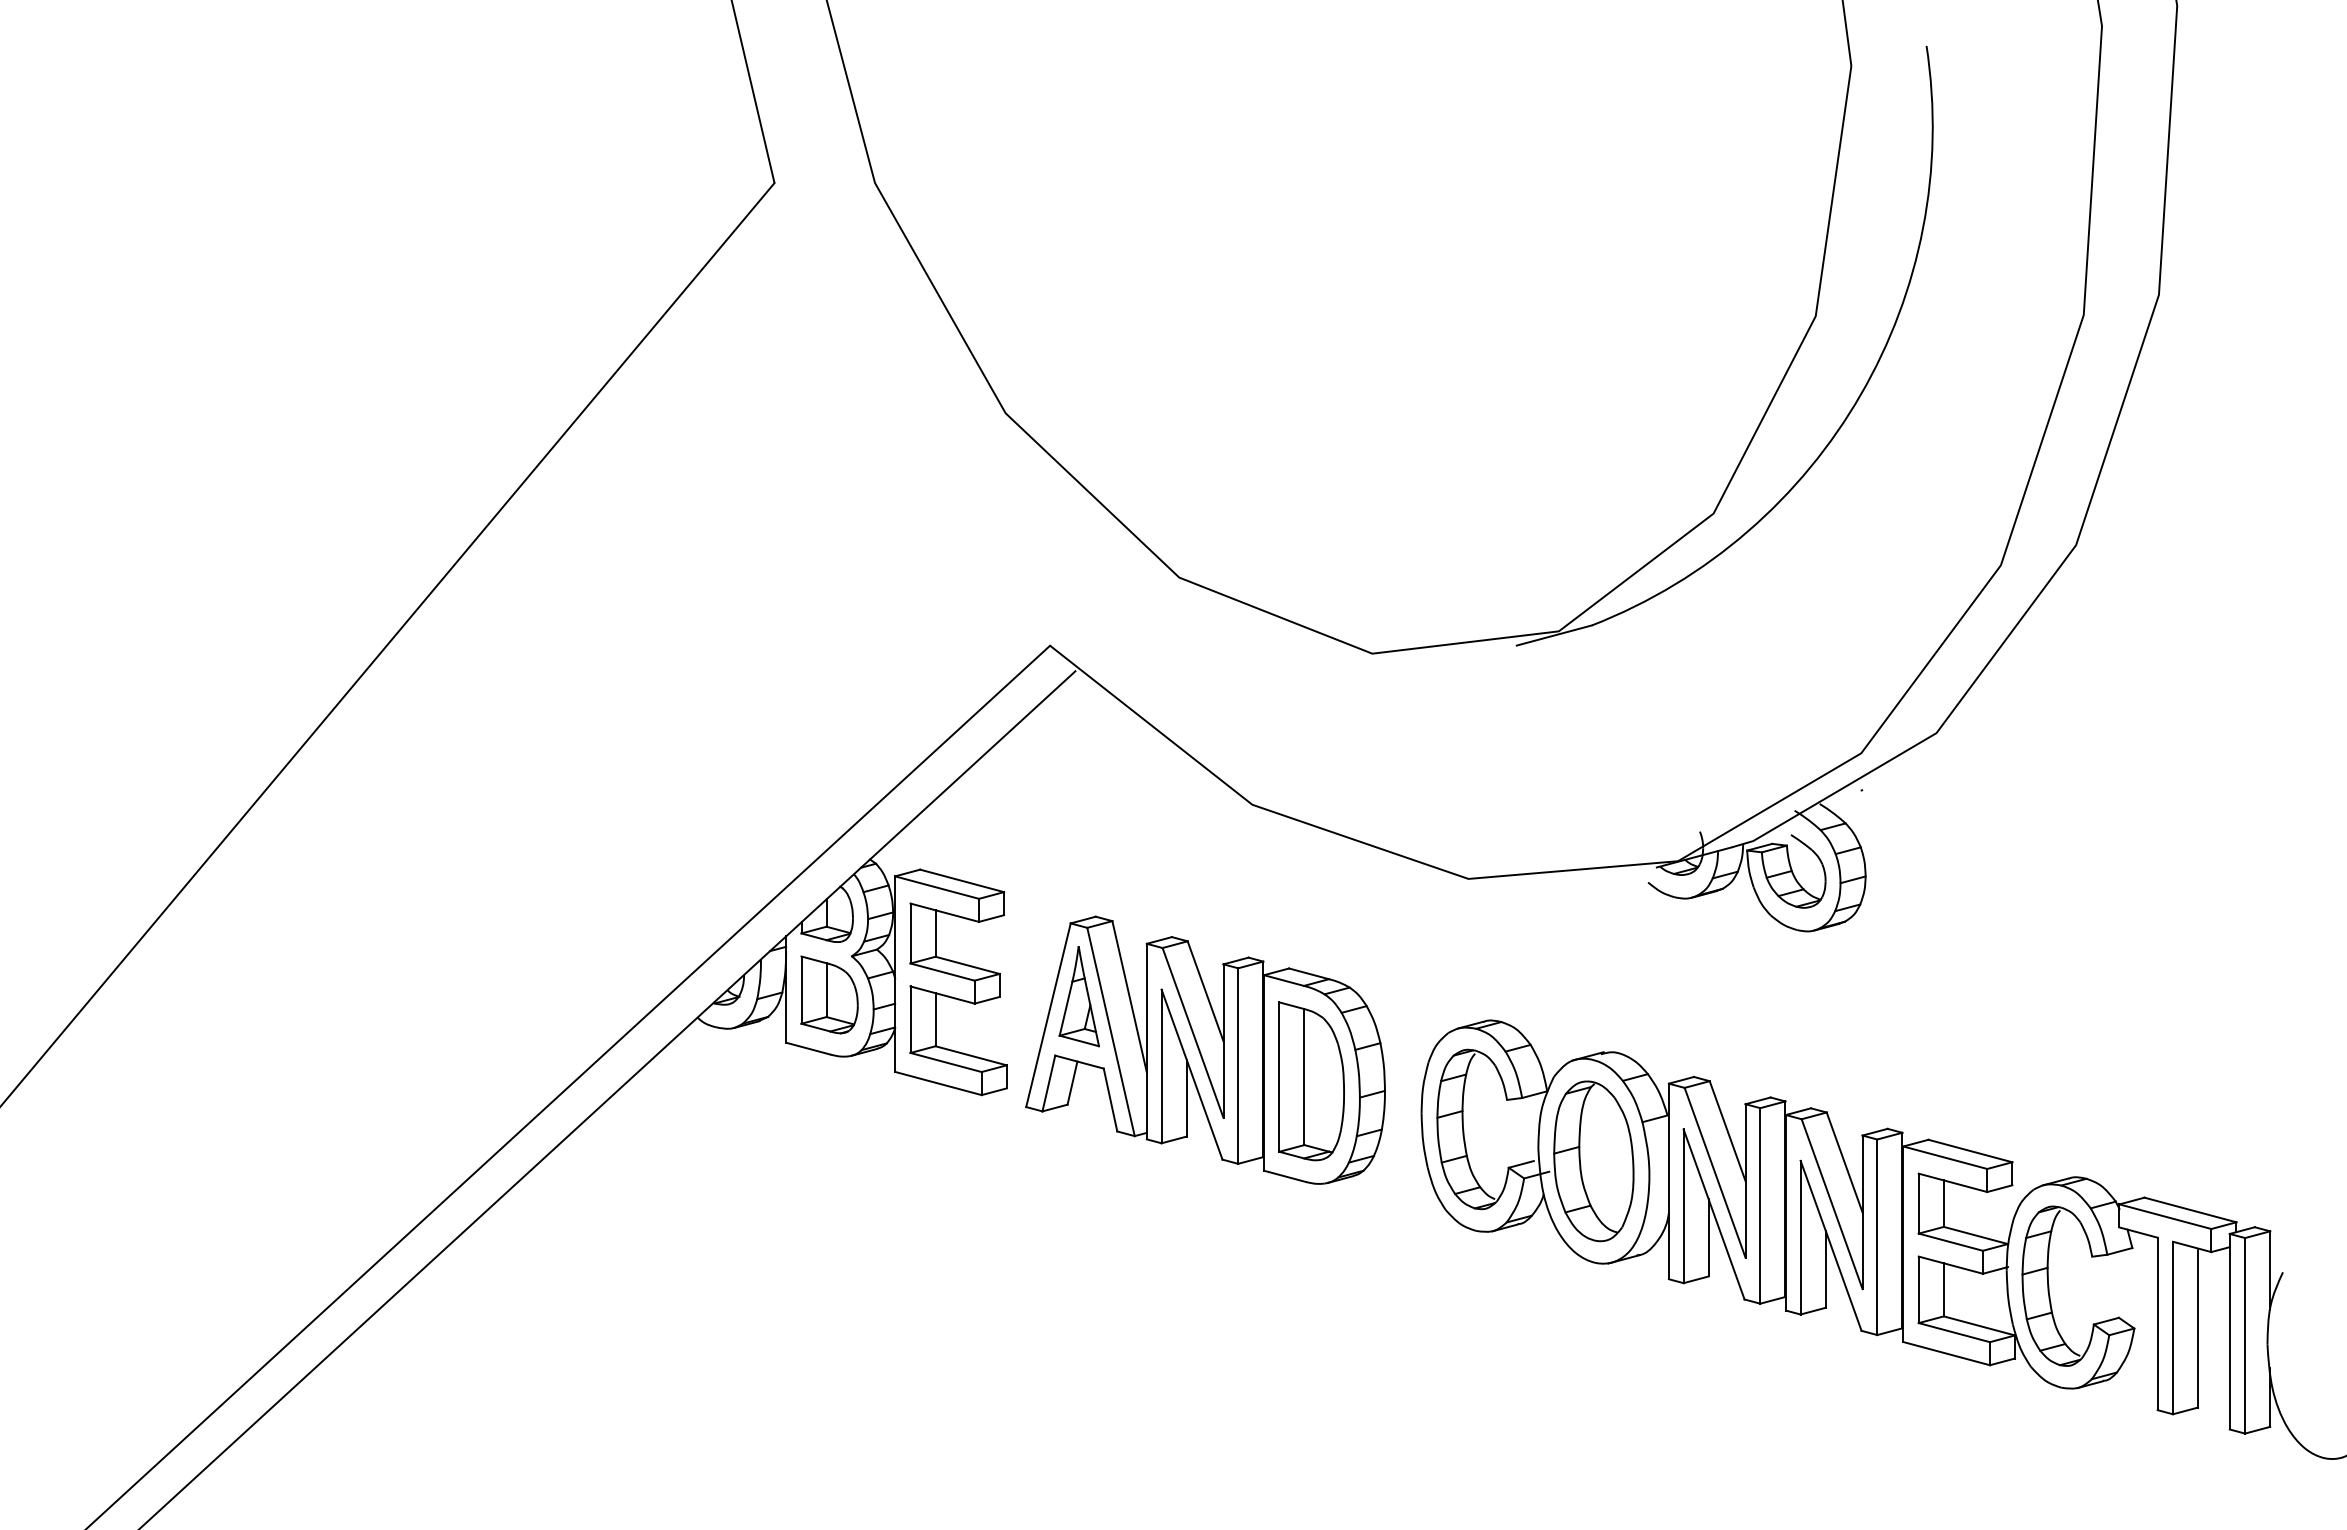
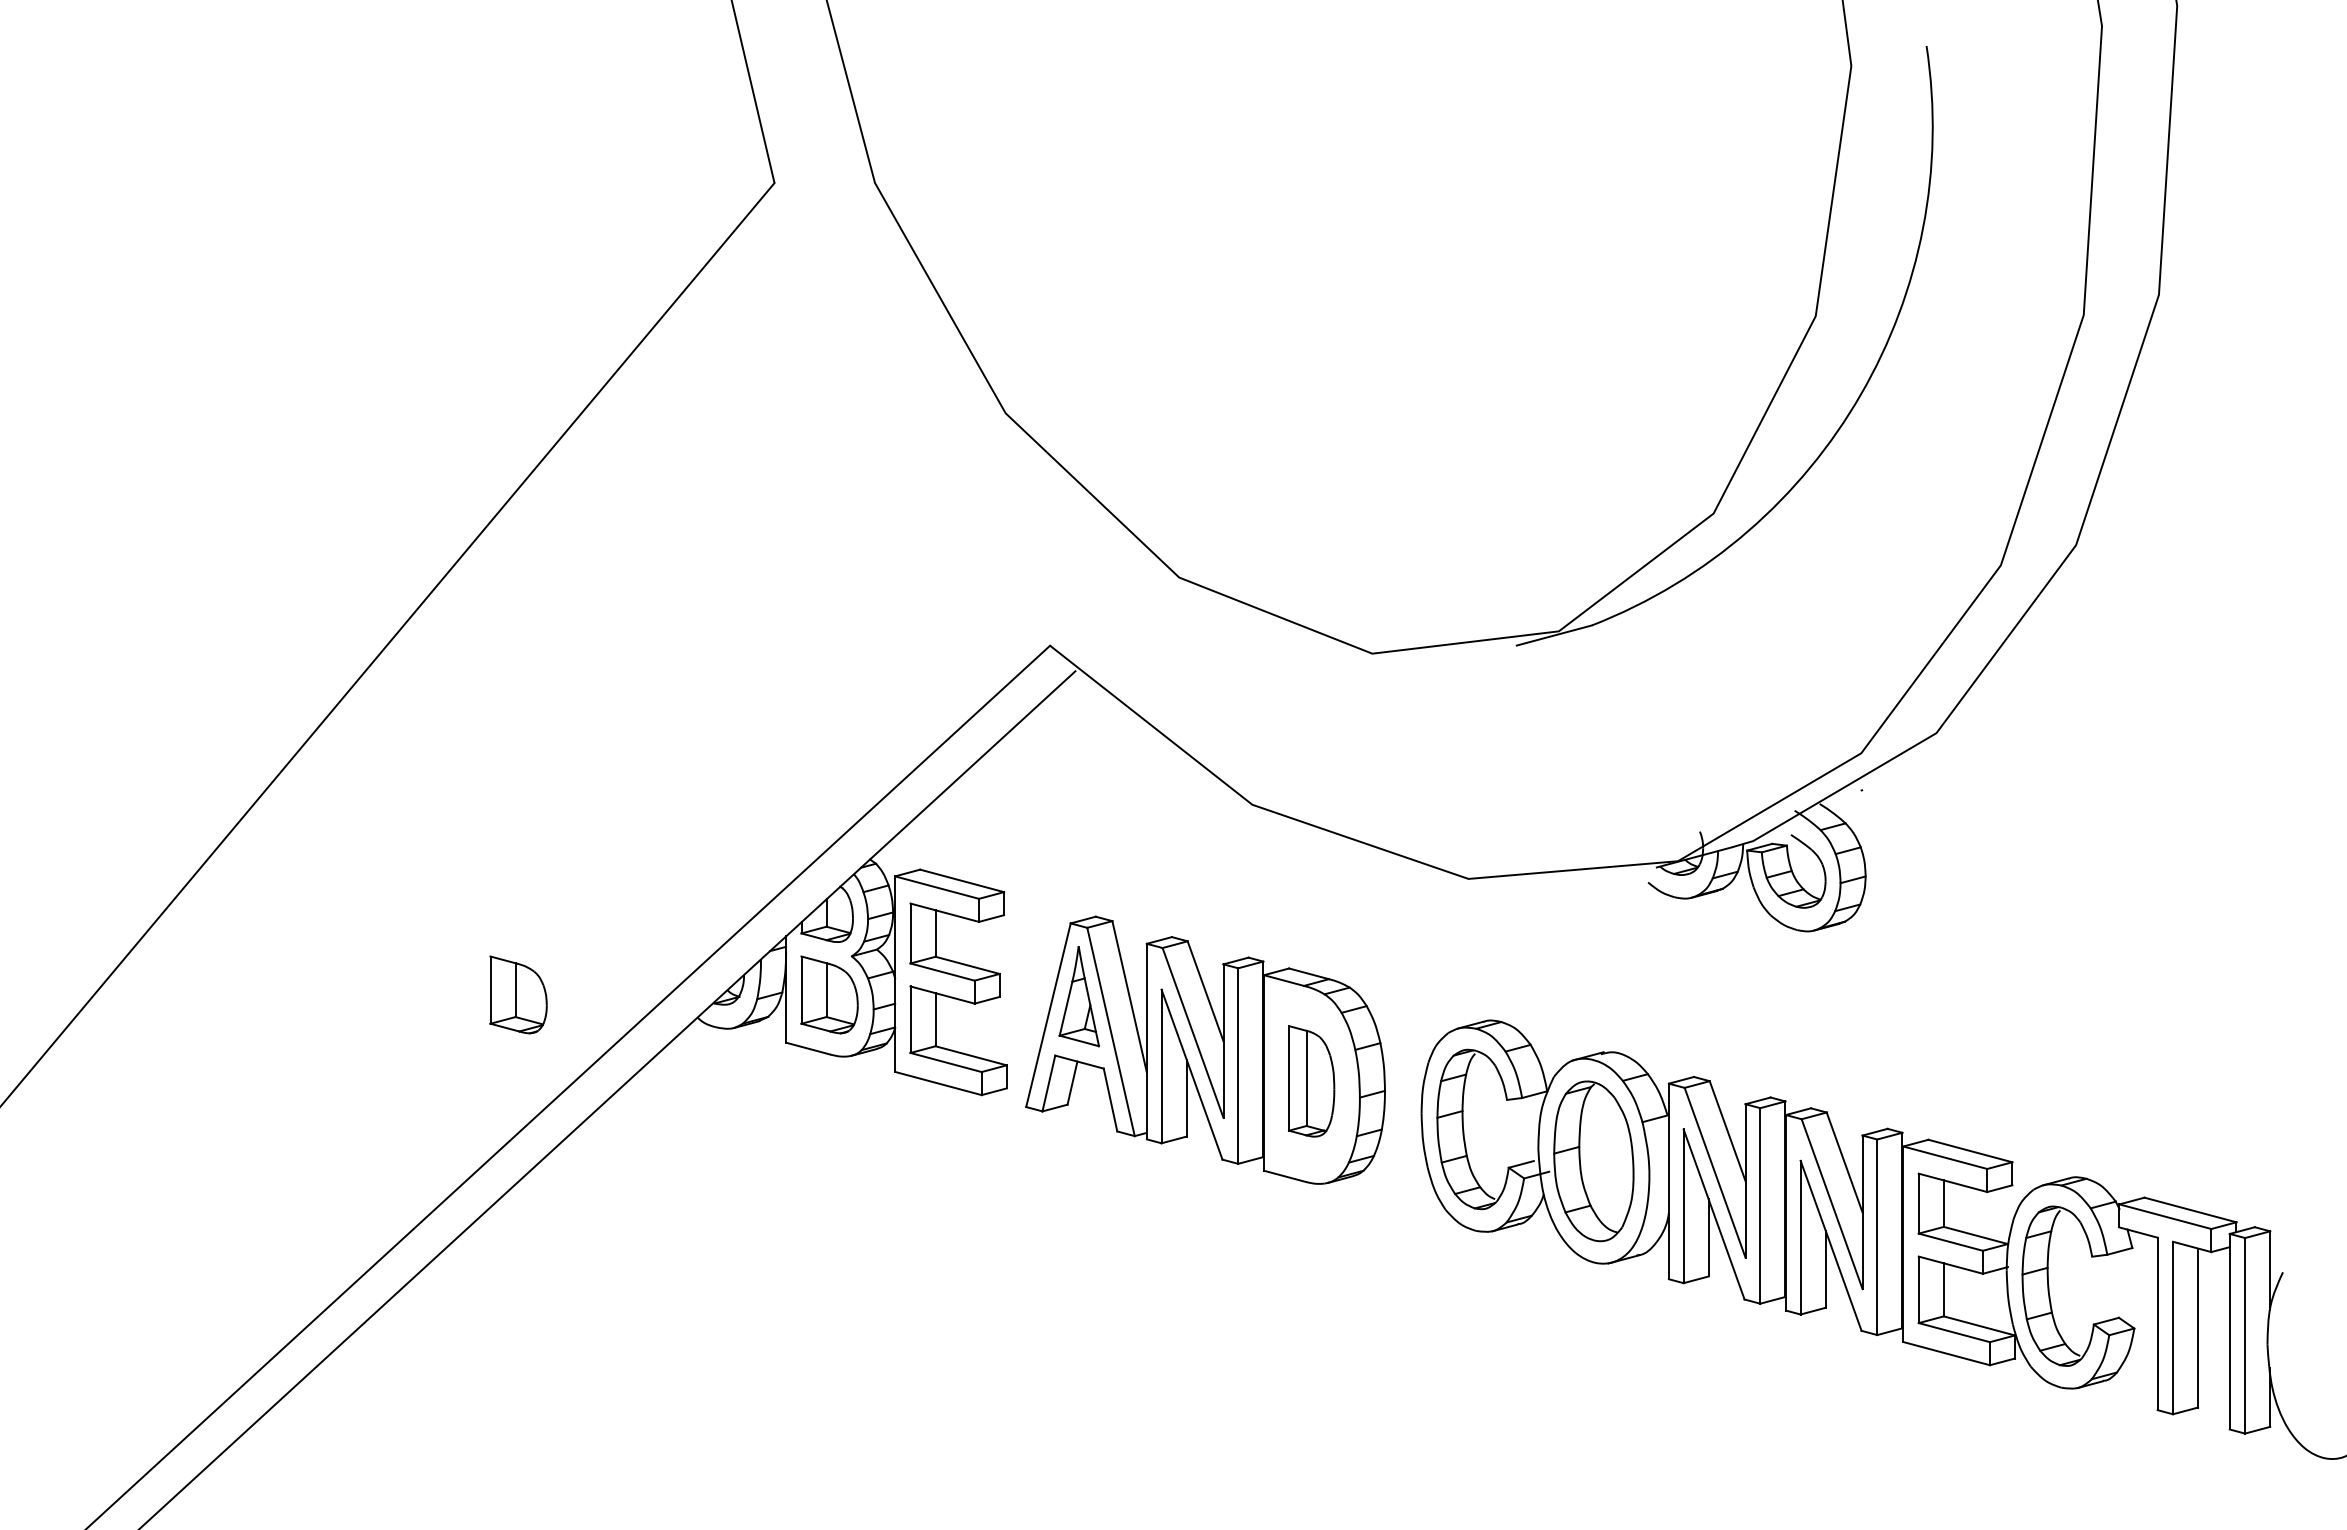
part at (518, 994): none -> present
part at (1311, 1081) size: 67x161 px -> 48x113 px
